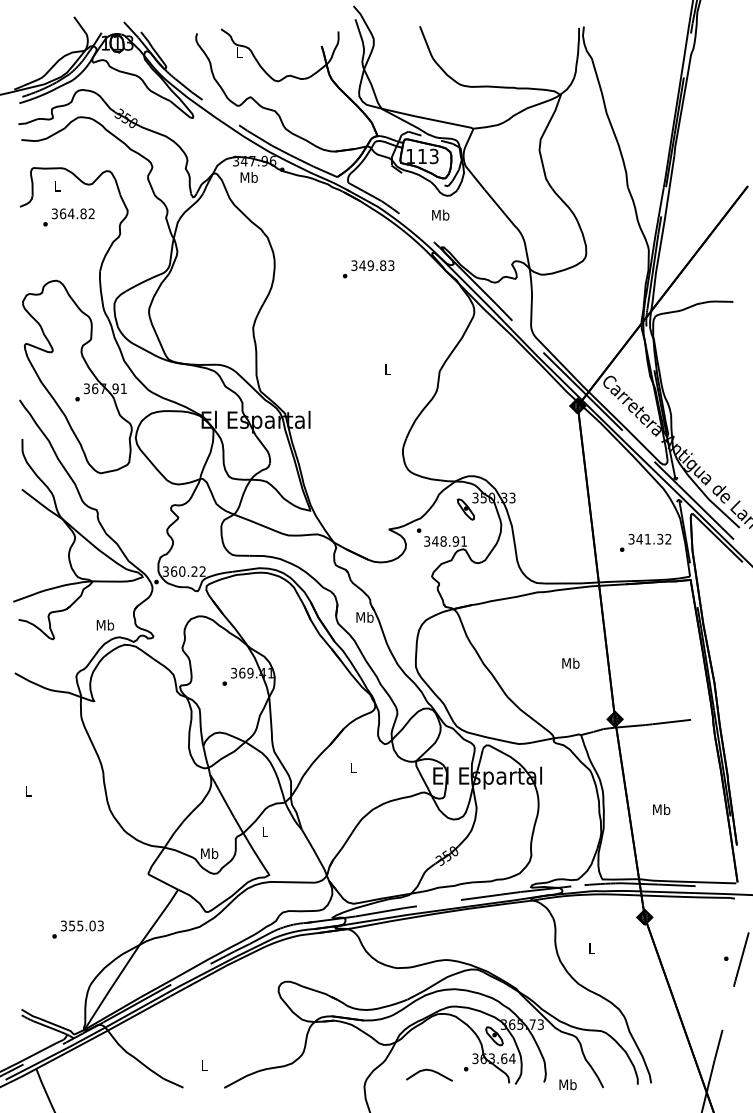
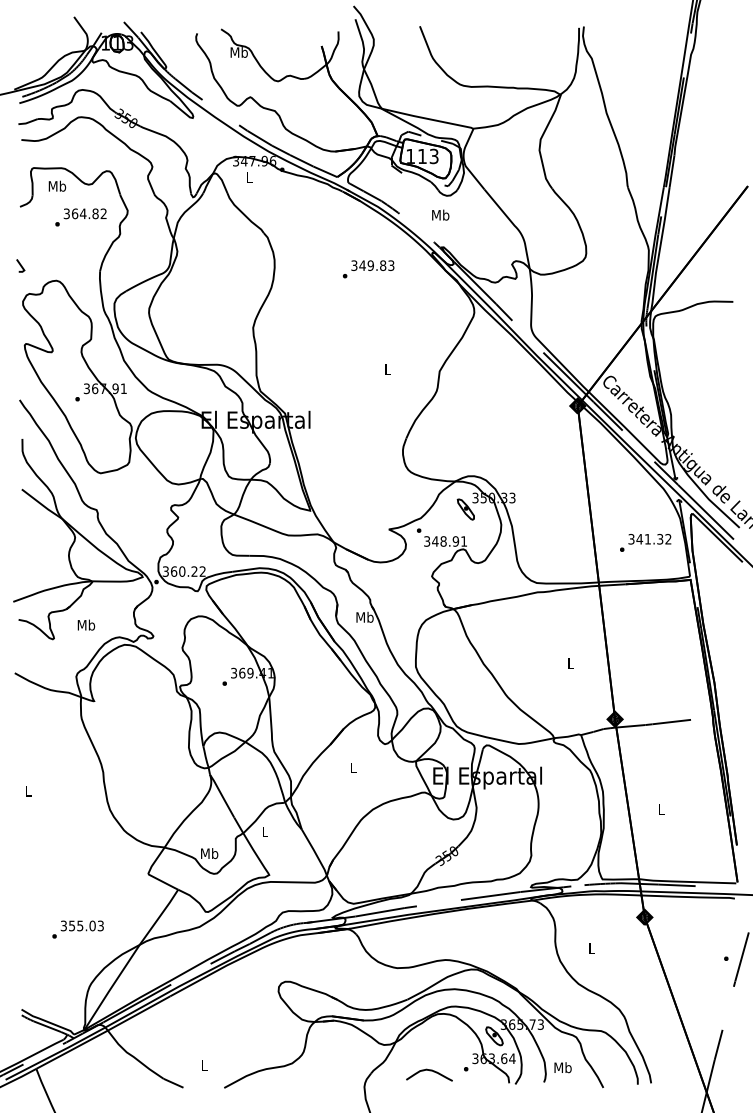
text at (238, 52): L -> Mb
text at (248, 177): Mb -> L
text at (57, 185): L -> Mb
text at (68, 217) position: (68, 217) -> (80, 217)
line at (20, 265): none -> present
text at (105, 624) position: (105, 624) -> (86, 624)
text at (570, 662): Mb -> L
text at (661, 809): Mb -> L
text at (567, 1084) position: (567, 1084) -> (562, 1067)
